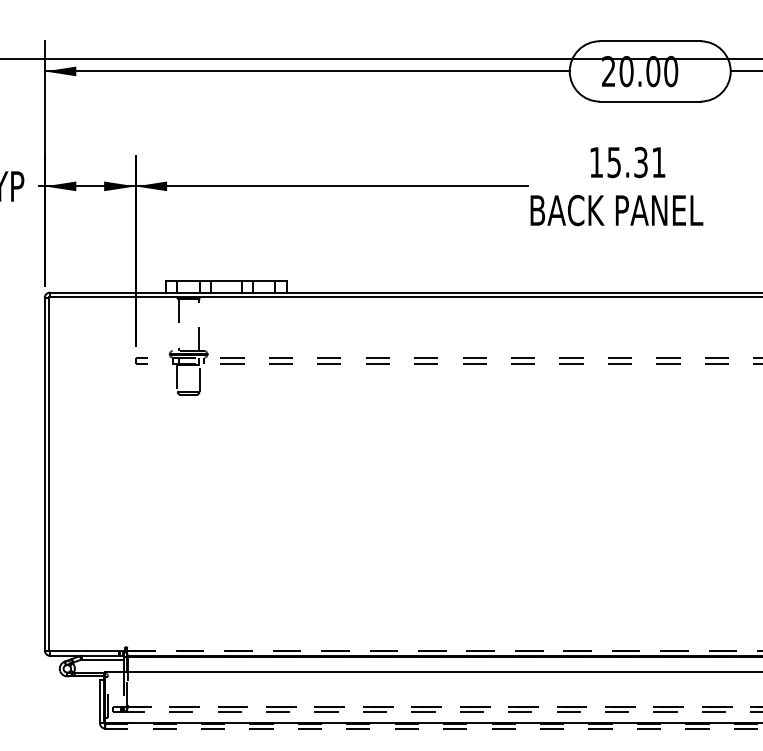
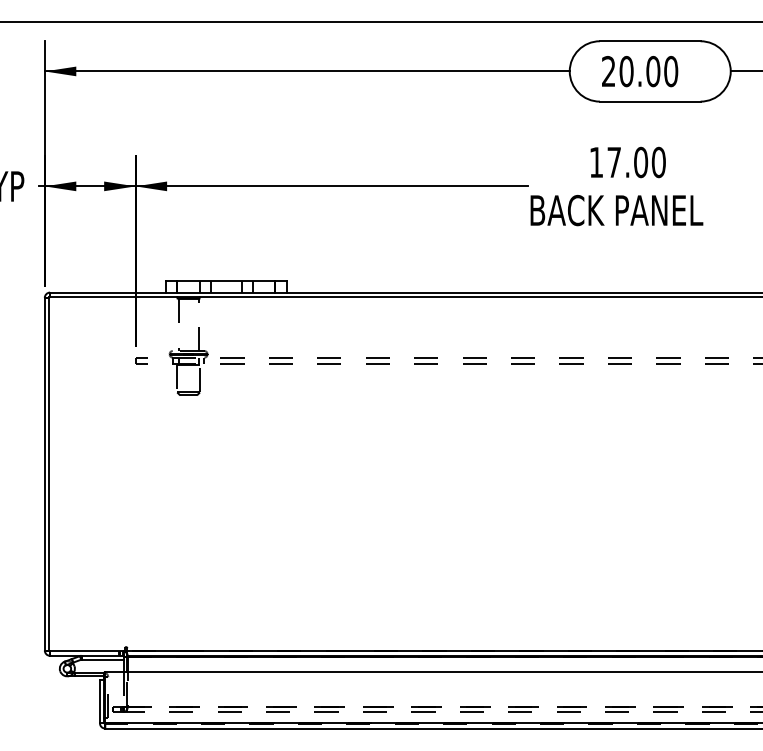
line at (380, 59) position: (380, 59) -> (380, 22)
text at (636, 162): 15.31 -> 17.00
line at (445, 650): dashed -> solid
line at (433, 728): dashed -> solid
